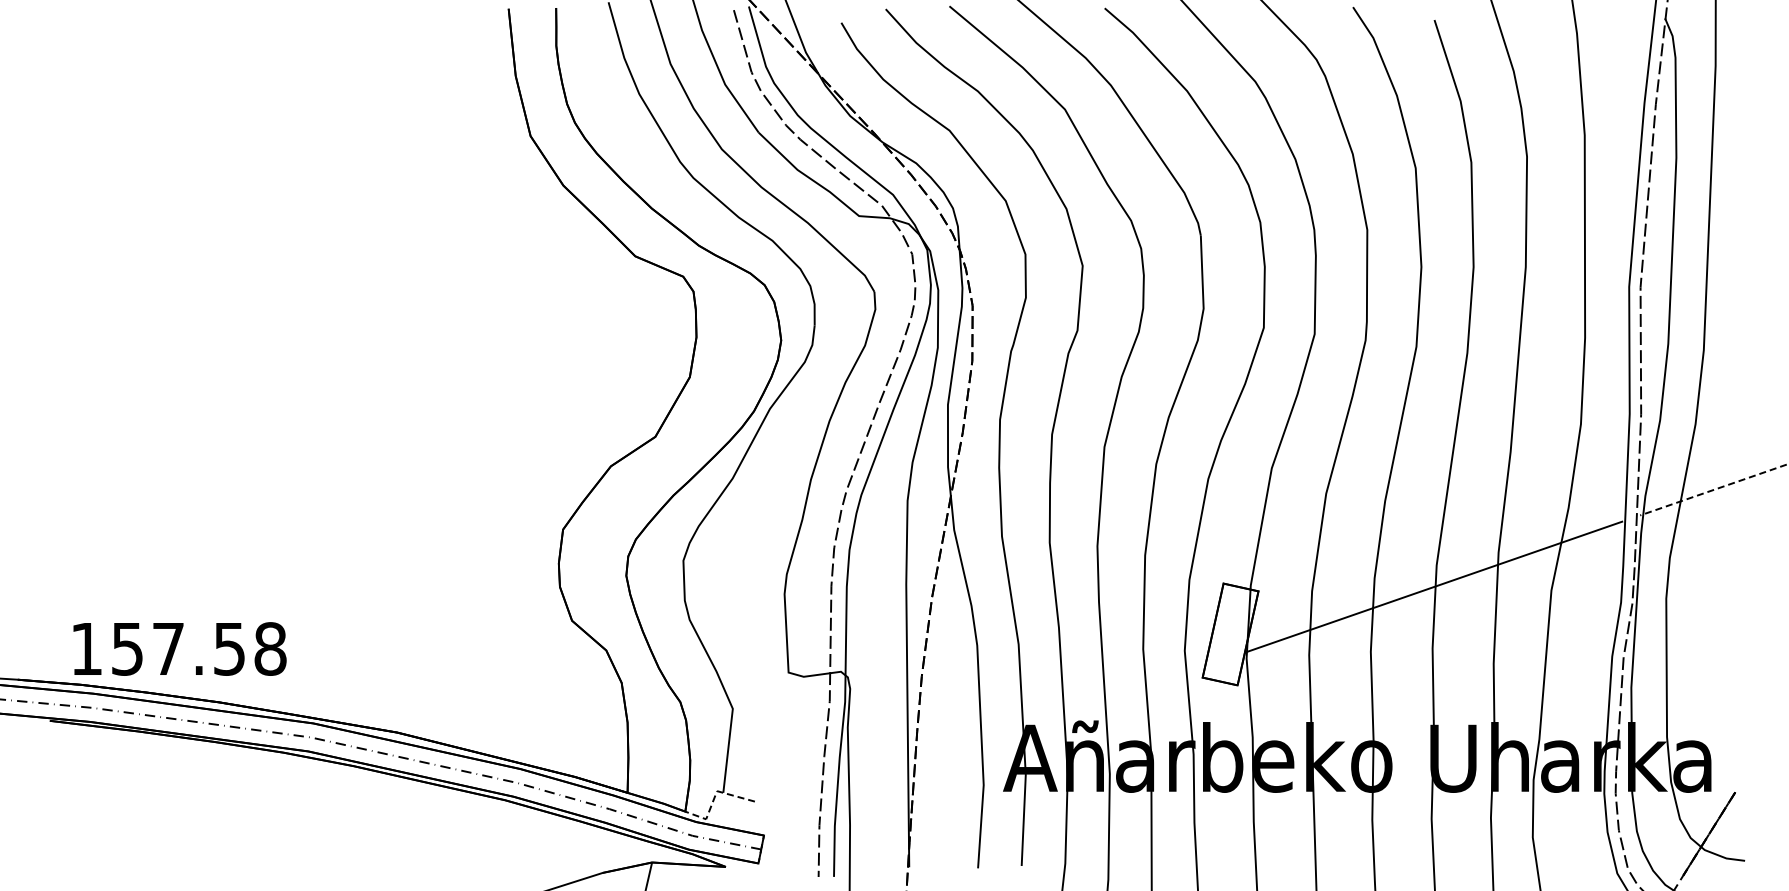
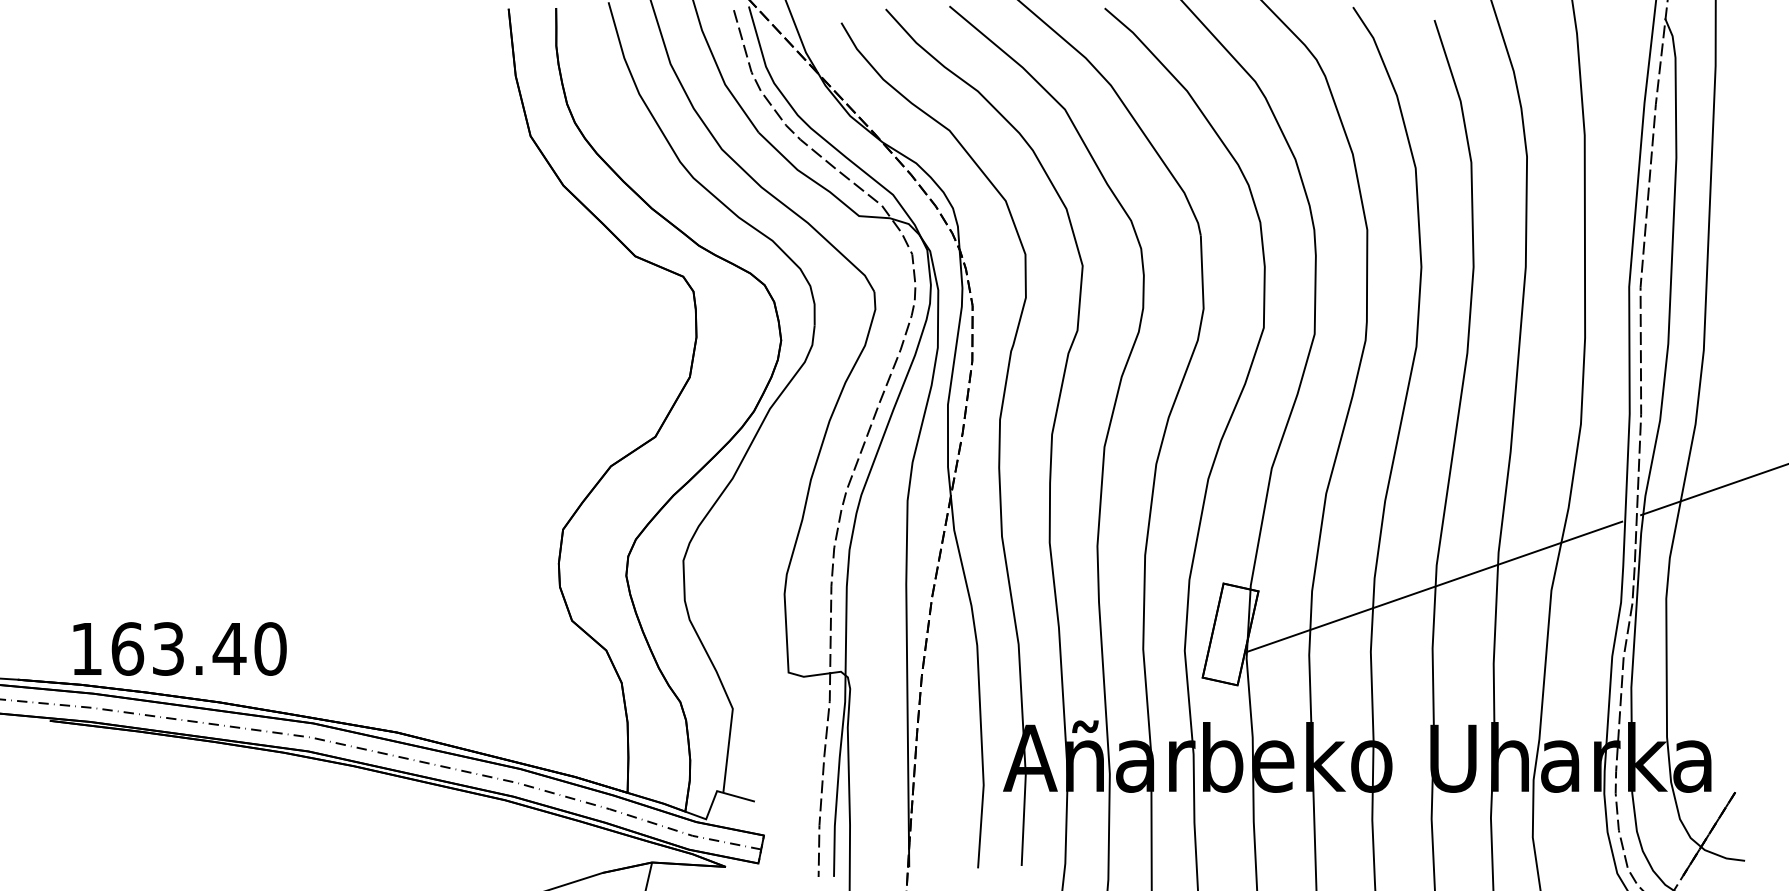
line at (1713, 489): dashed -> solid
text at (198, 648): 157.58 -> 163.40
line at (714, 797): dashed -> solid
